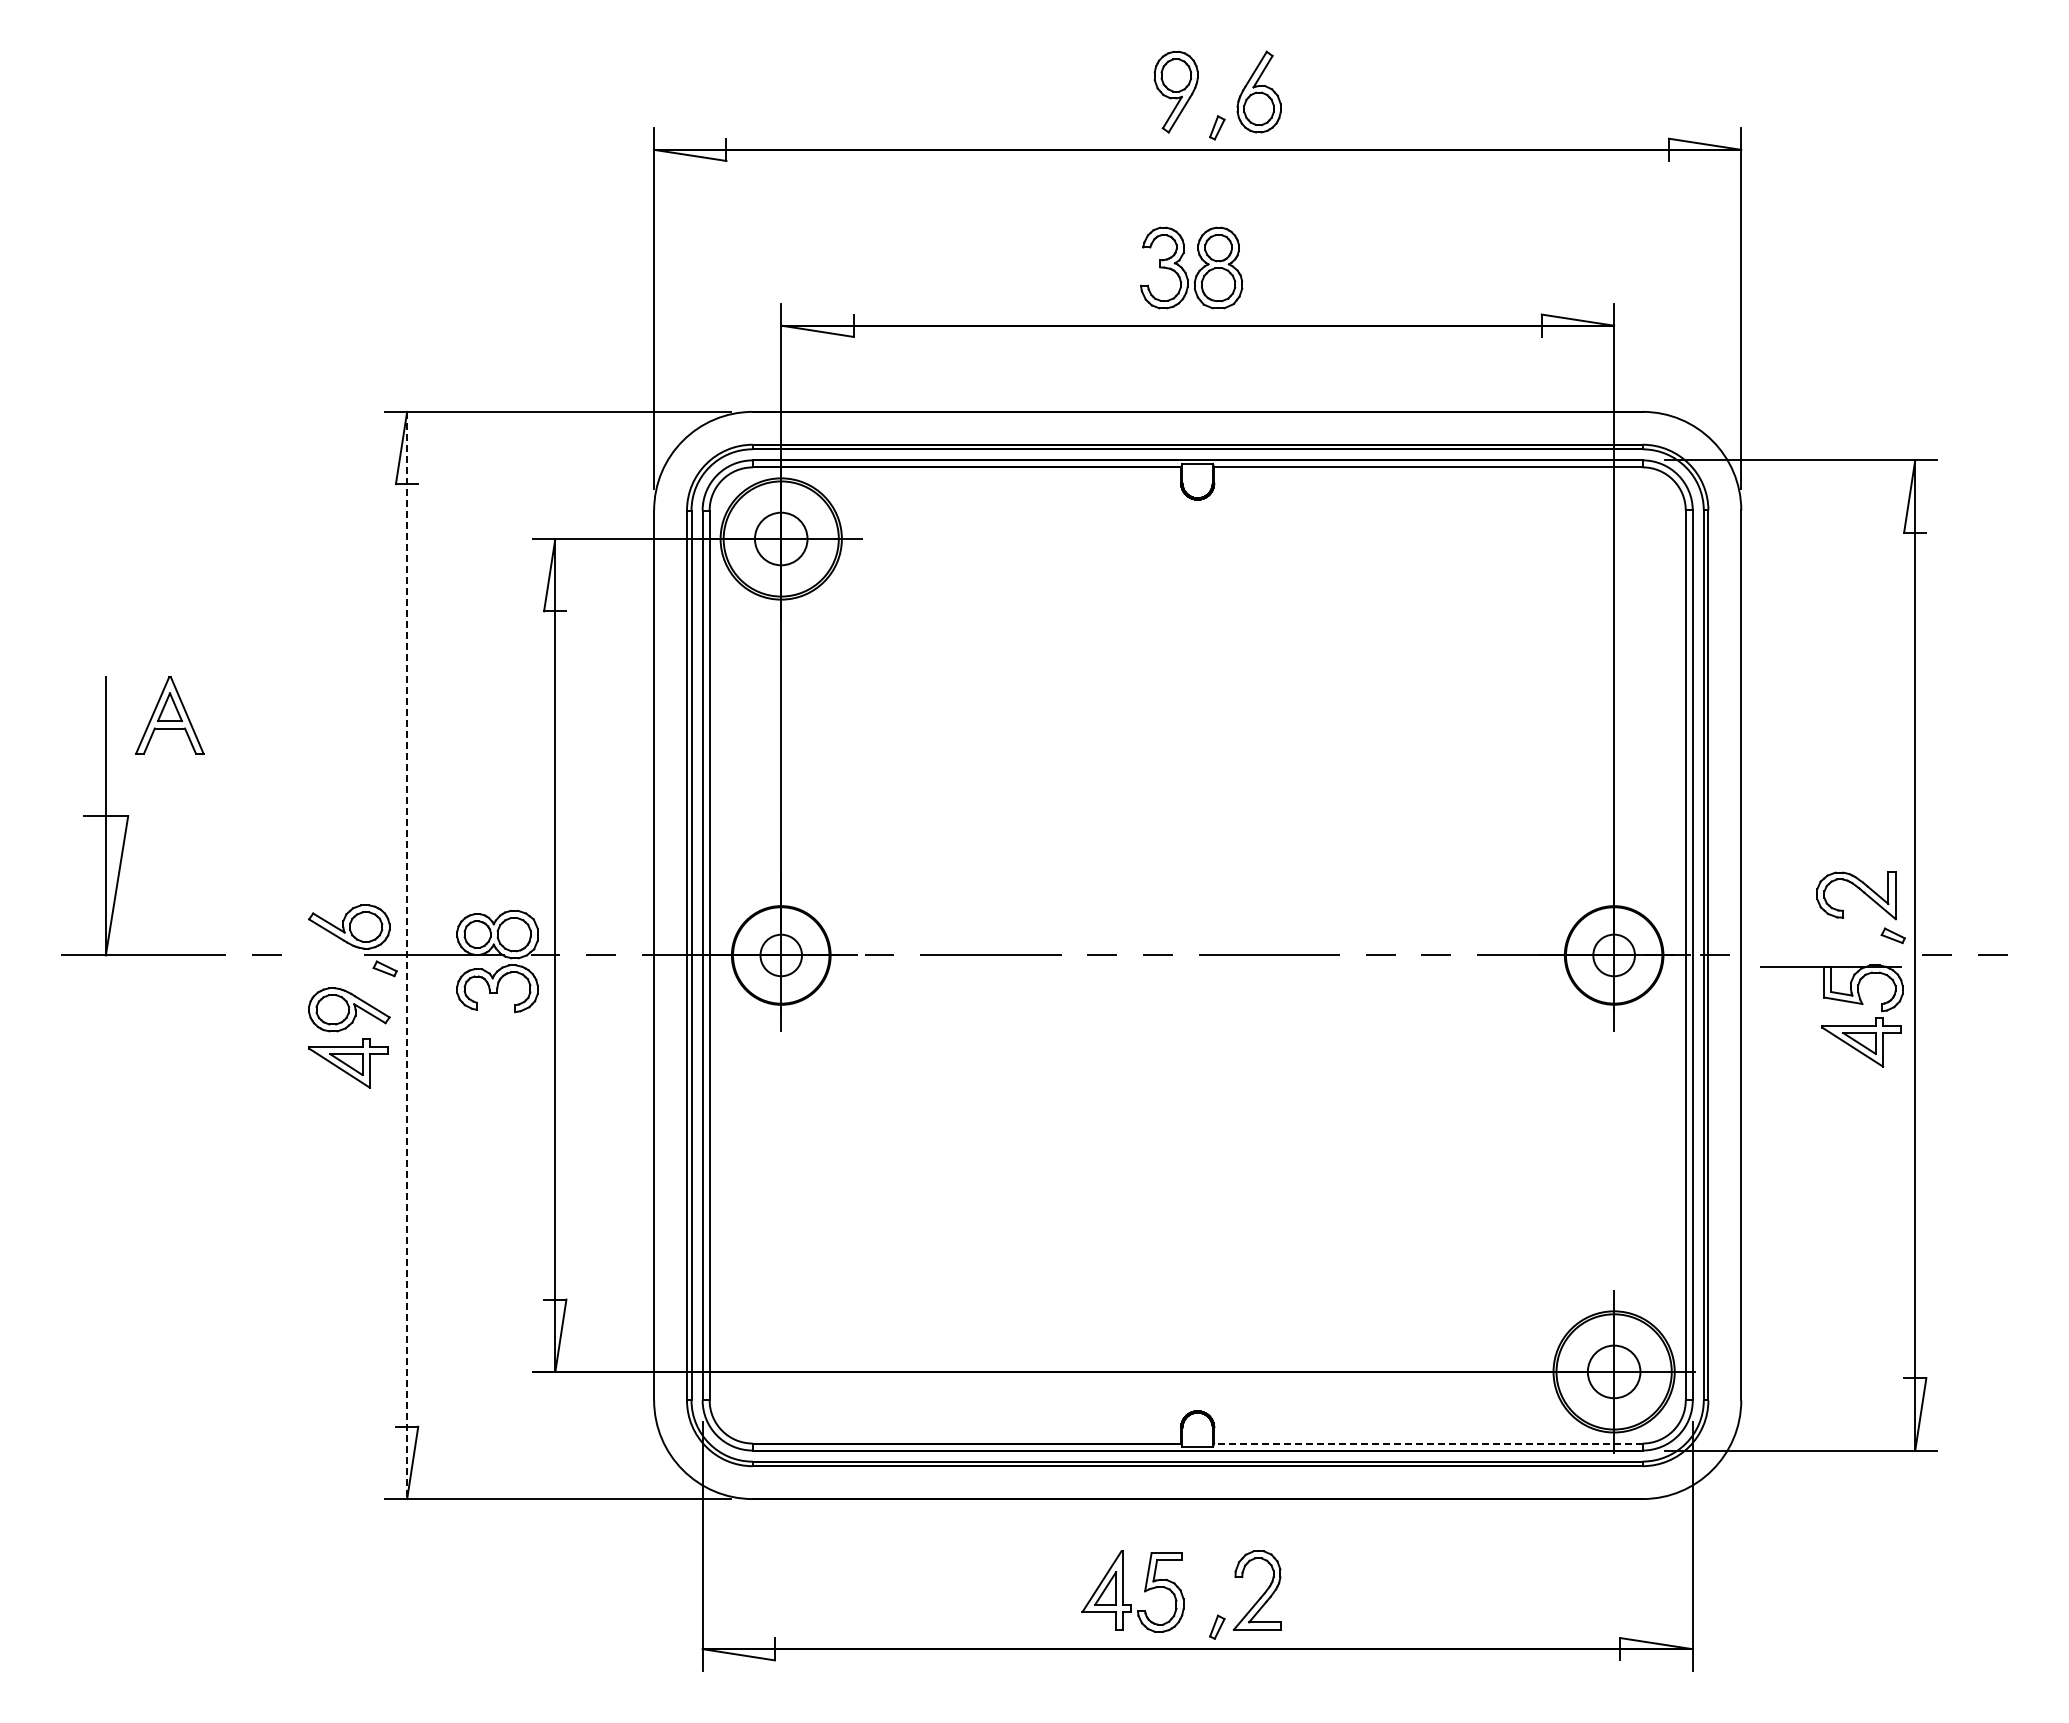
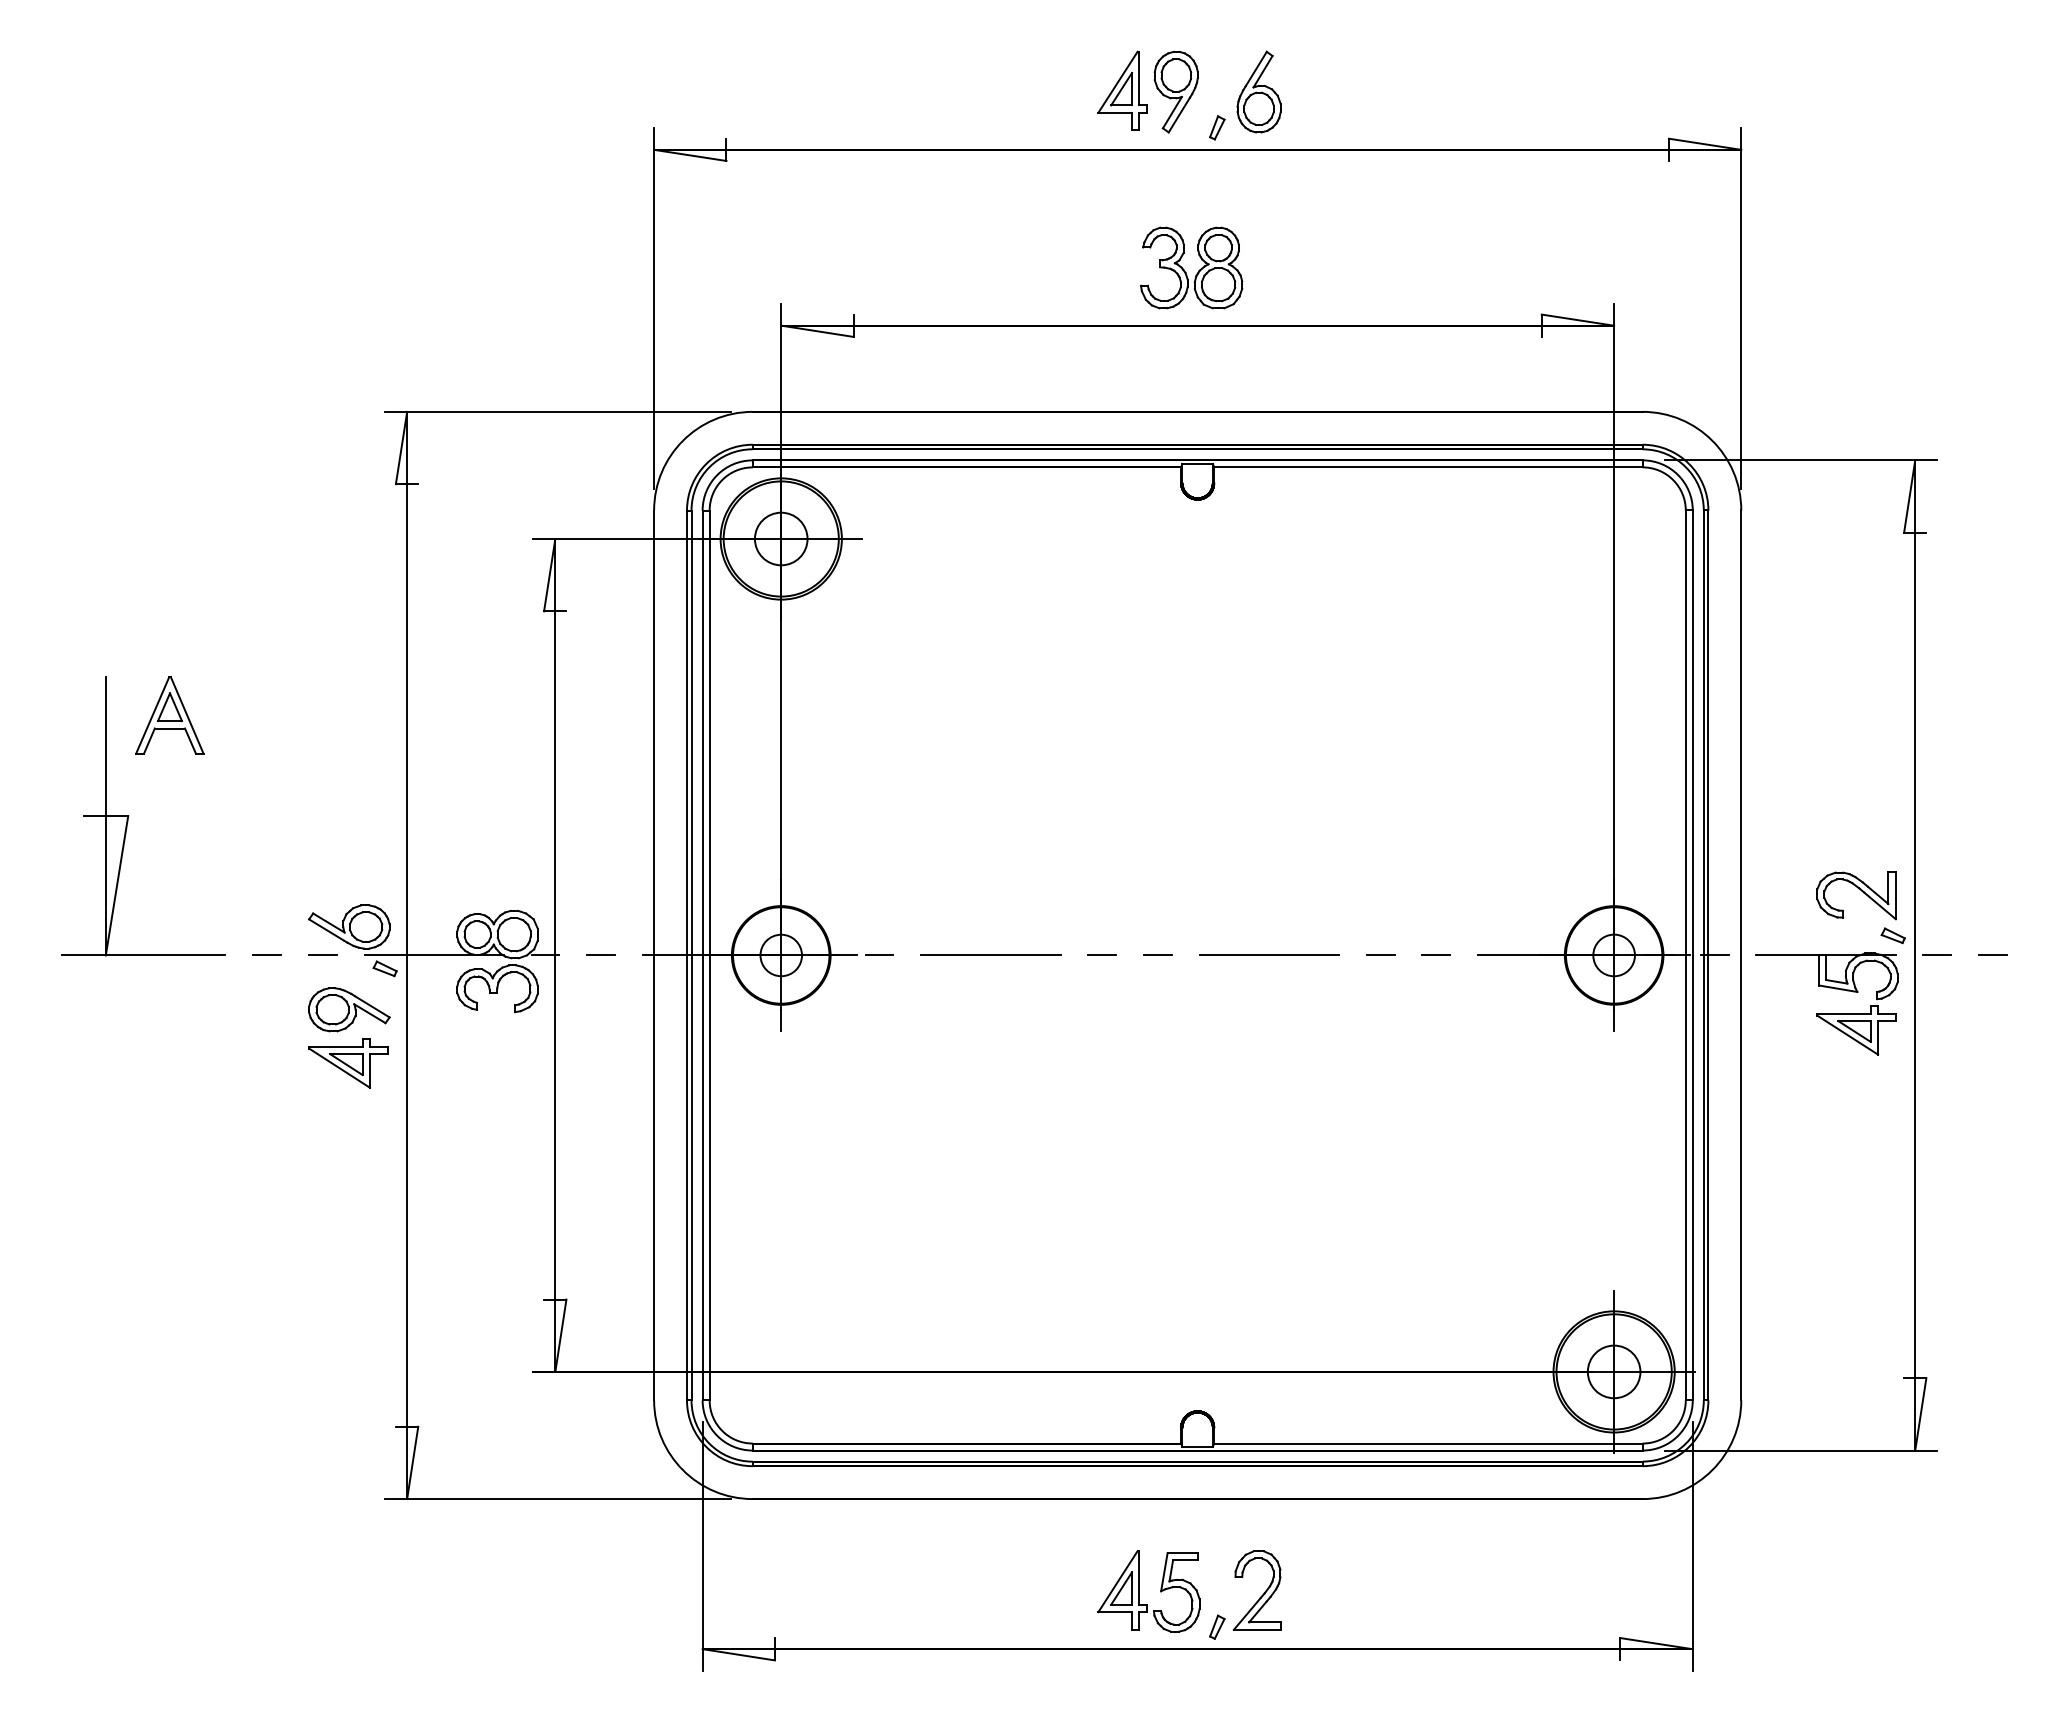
part at (1122, 90): none -> present
line at (322, 955): none -> present
line at (407, 955): dashed -> solid
part at (1831, 1025) position: (1831, 1025) -> (1826, 1013)
line at (1427, 1443): dashed -> solid
part at (1123, 1591) position: (1123, 1591) -> (1139, 1591)
